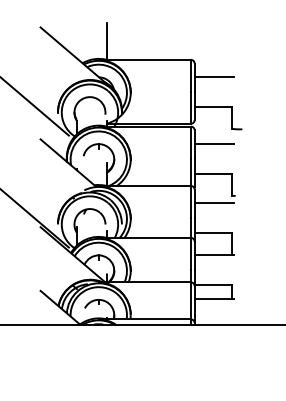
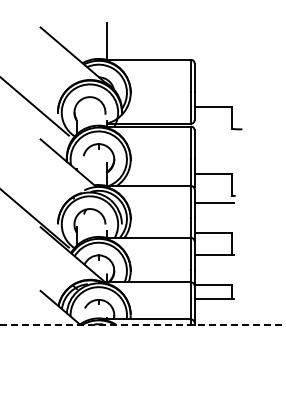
line at (213, 76): present -> none
line at (213, 143): present -> none
line at (143, 324): solid -> dashed
